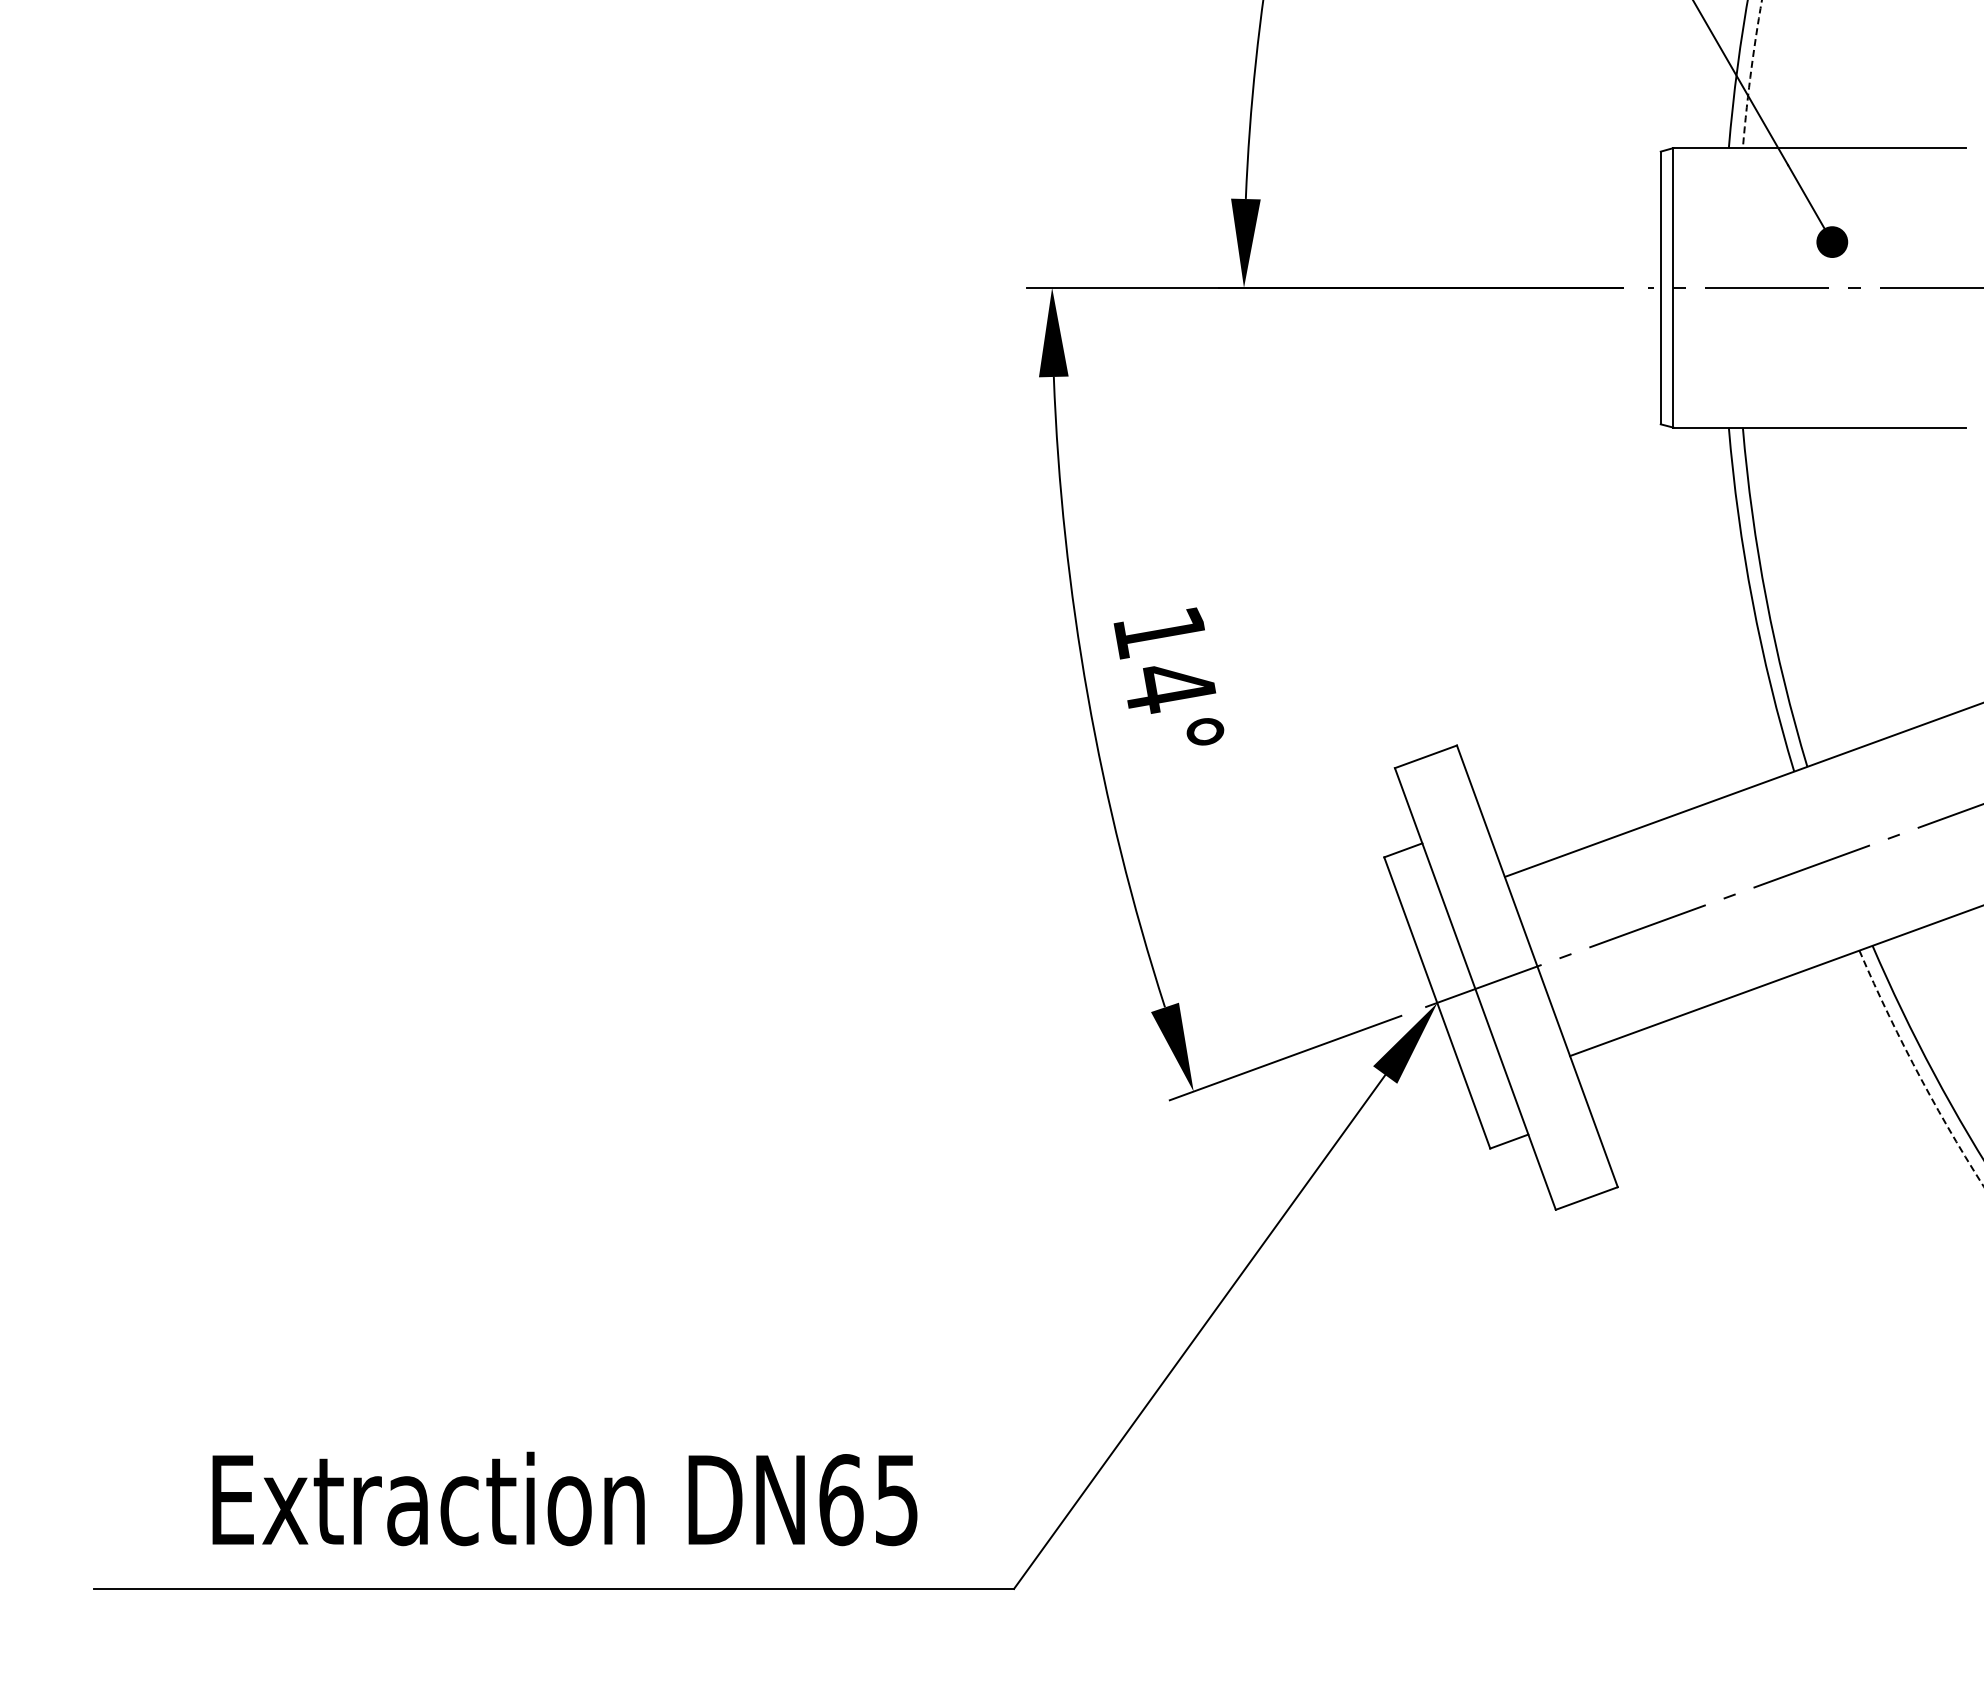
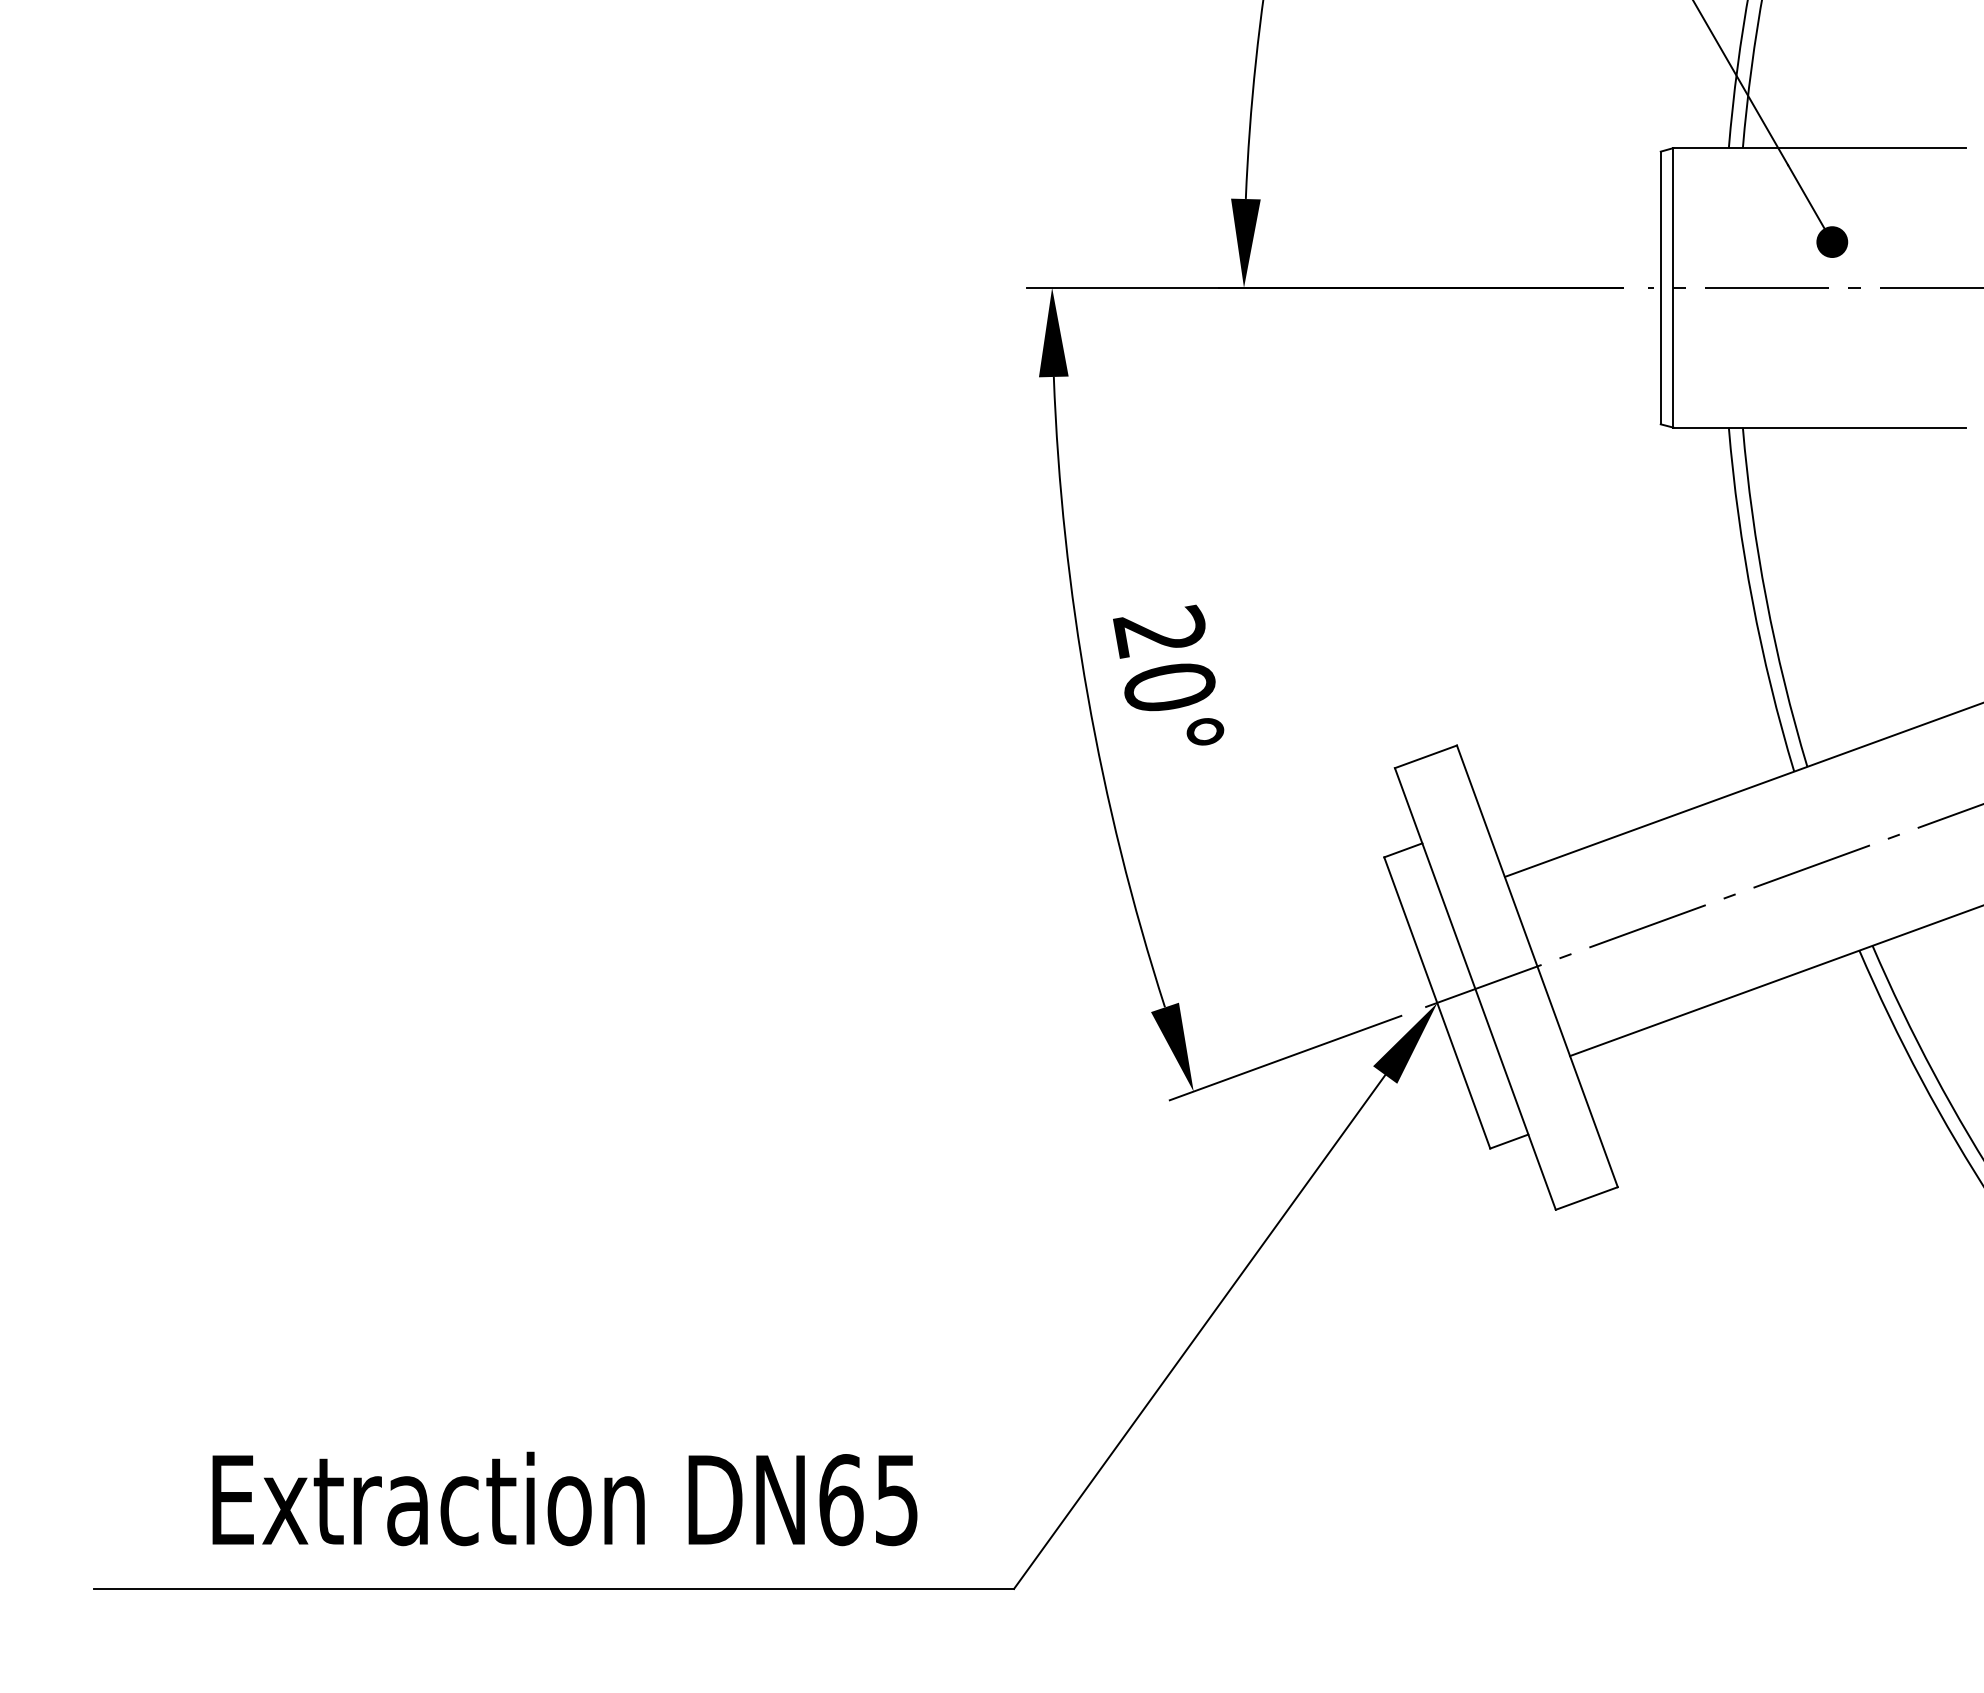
arc at (1750, 73): dashed -> solid
text at (1164, 658): 14° -> 20°
arc at (1917, 1071): dashed -> solid
